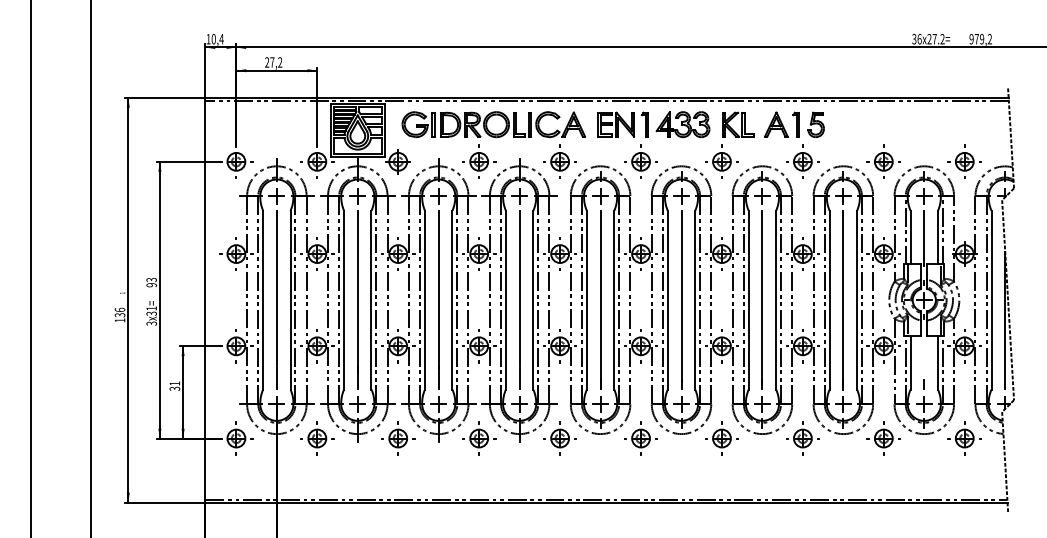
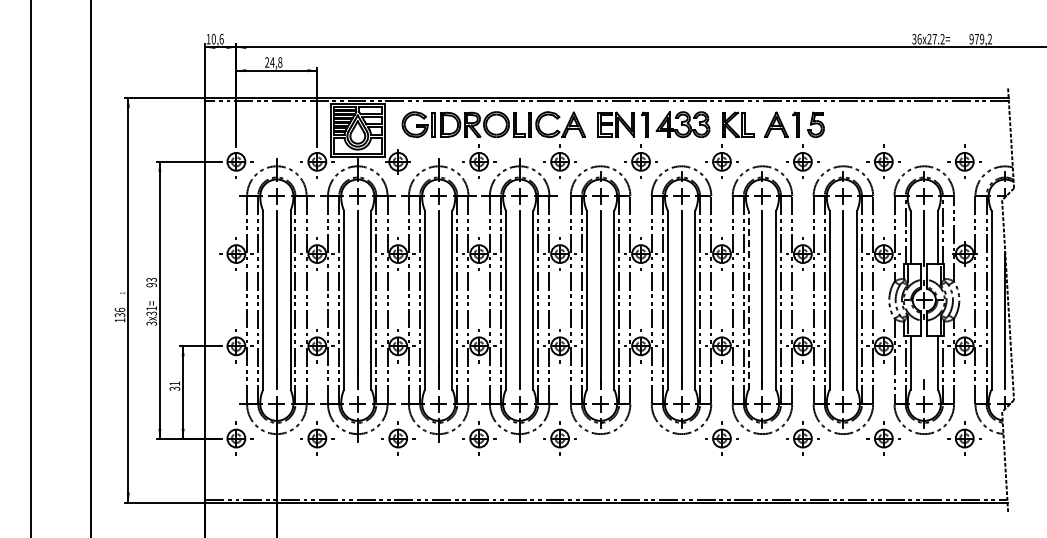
text at (221, 39): 10,4 -> 10,6
text at (276, 62): 27,2 -> 24,8
line at (748, 299): solid -> dashed
part at (640, 438): present -> none
